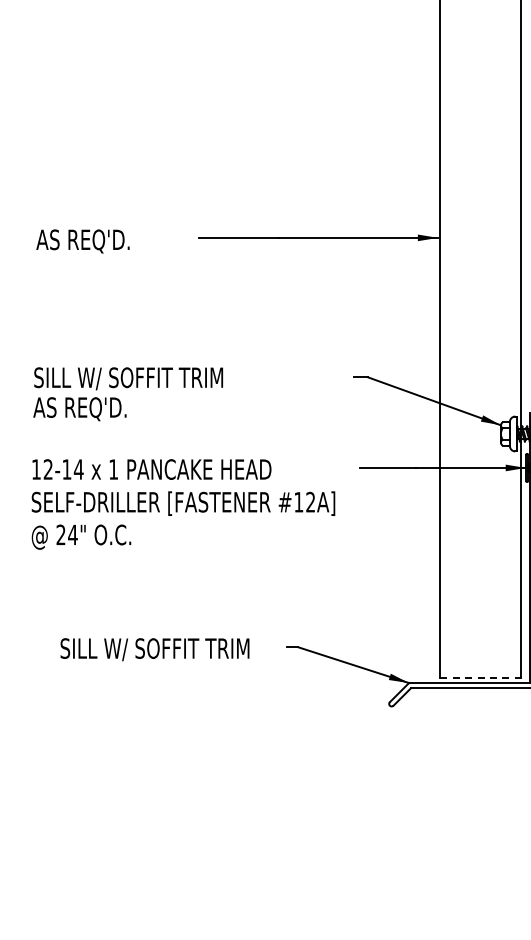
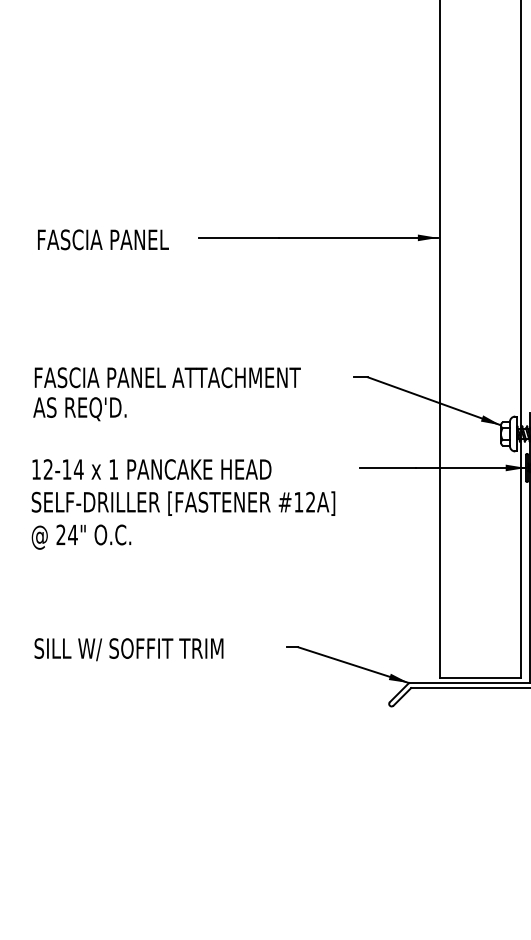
text at (102, 241): AS REQ'D. -> FASCIA PANEL
text at (167, 378): SILL W/ SOFFIT TRIM -> FASCIA PANEL ATTACHMENT
text at (154, 649) position: (154, 649) -> (128, 649)
line at (481, 677): dashed -> solid
